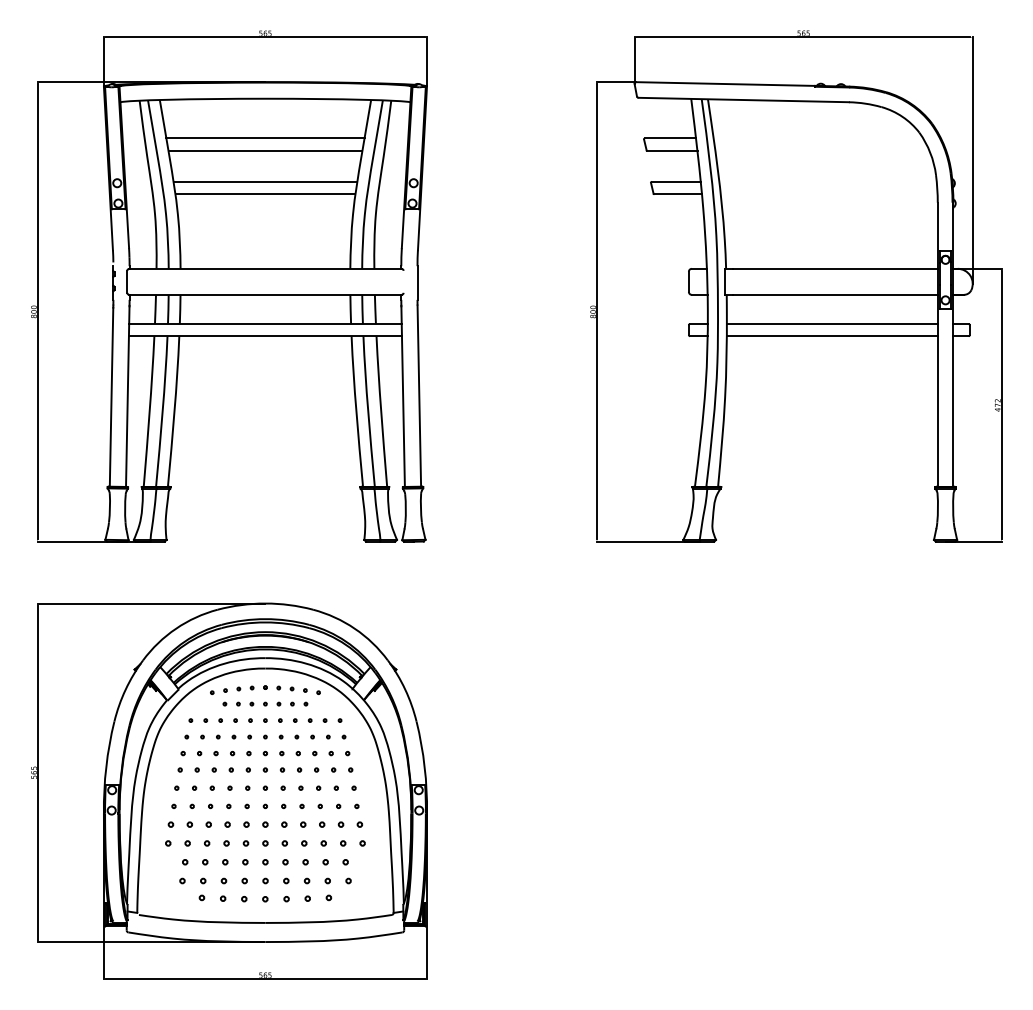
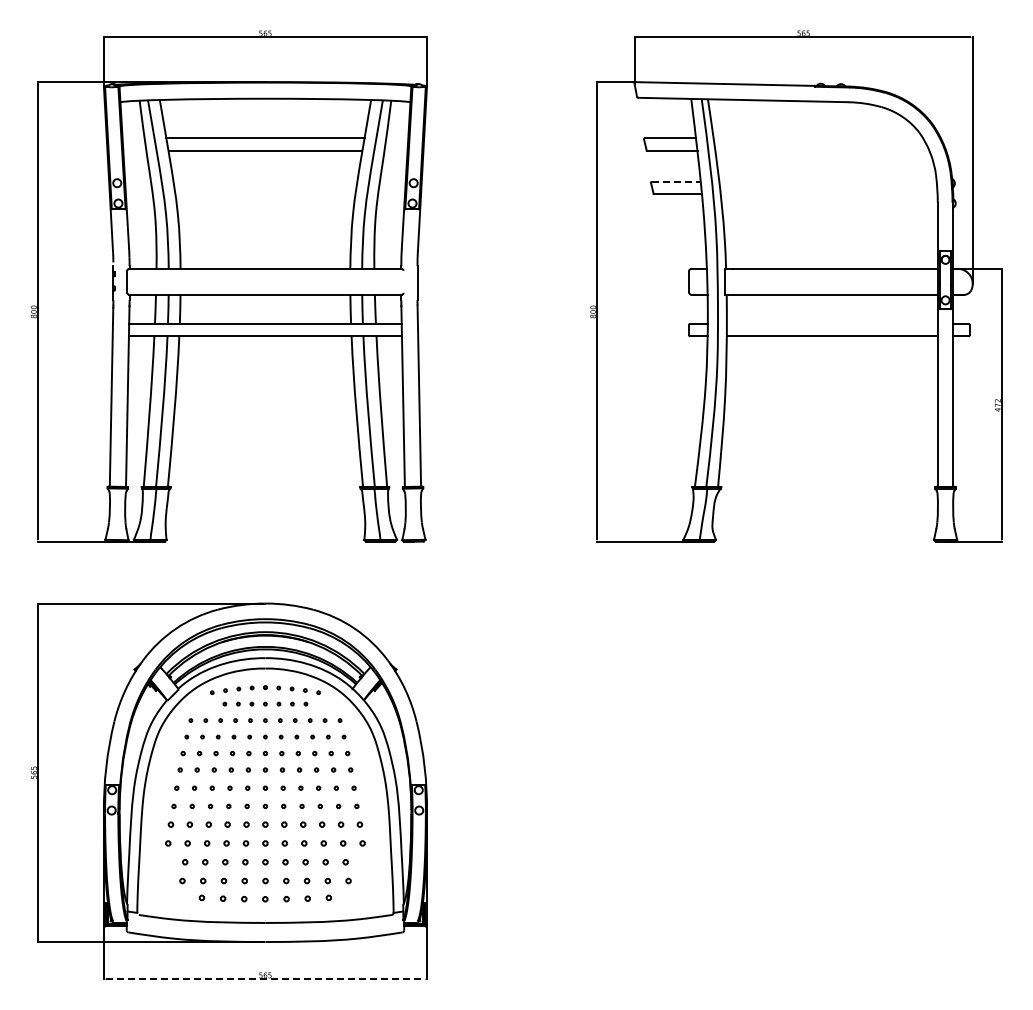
line at (265, 181): present -> none
line at (676, 181): solid -> dashed
line at (265, 194): present -> none
line at (831, 324): present -> none
line at (265, 979): solid -> dashed
